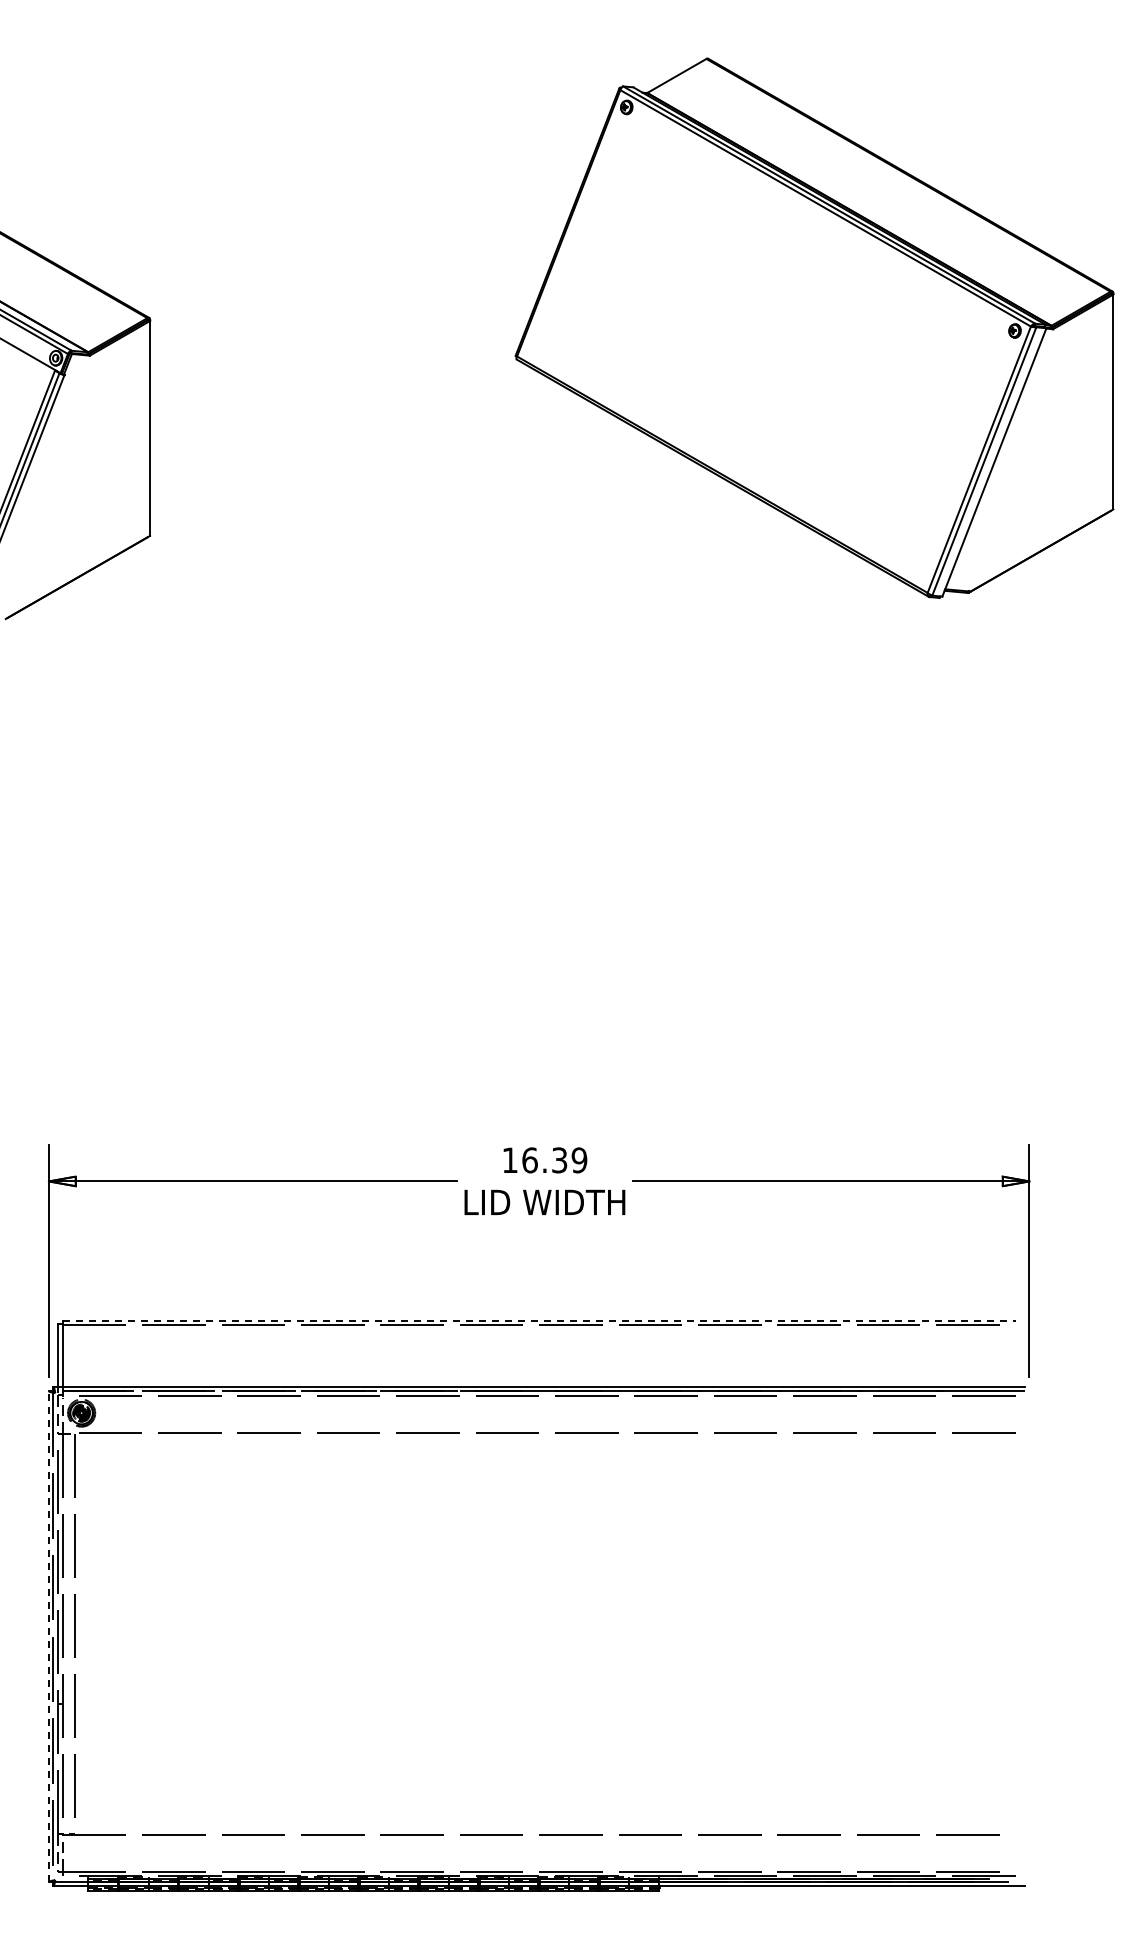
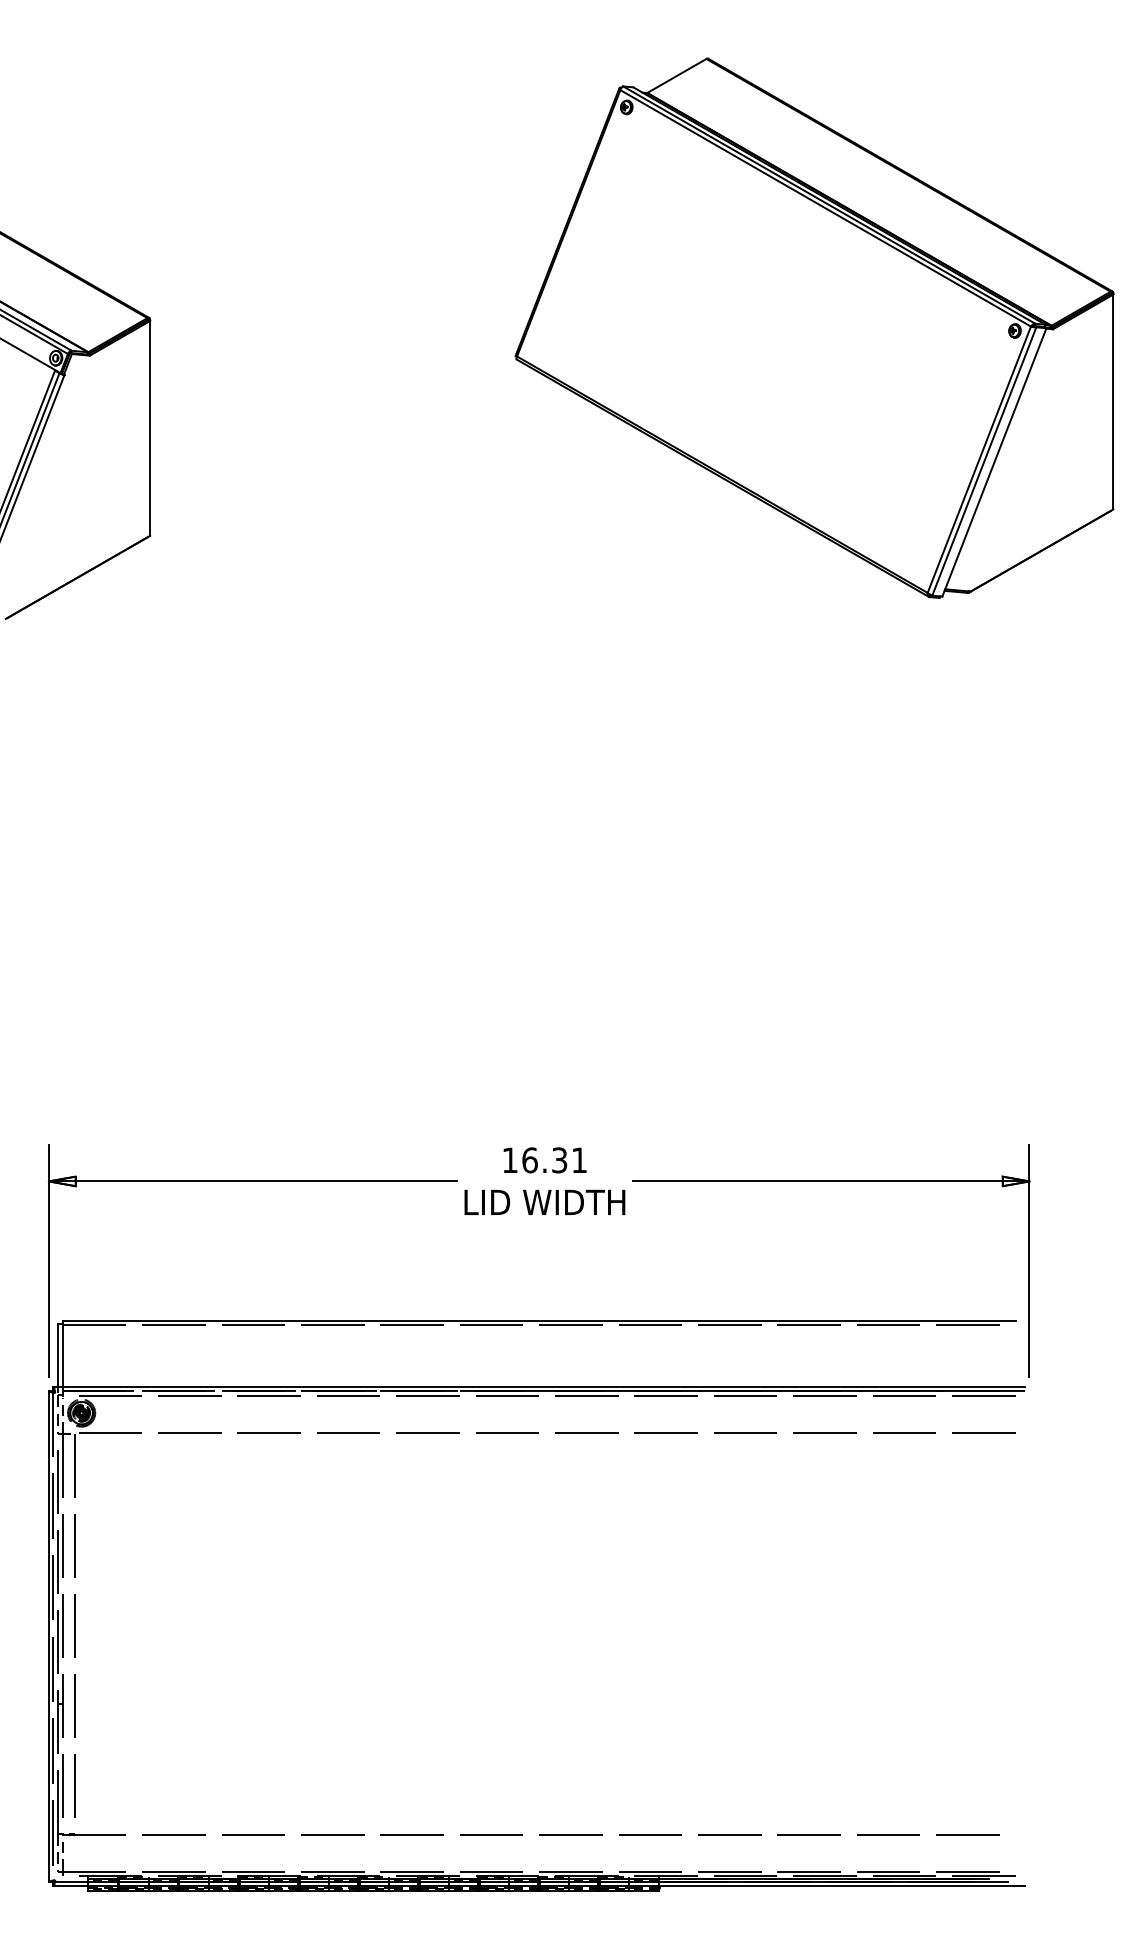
text at (579, 1160): 16.39 -> 16.31
line at (539, 1320): dashed -> solid
line at (48, 1636): dashed -> solid
